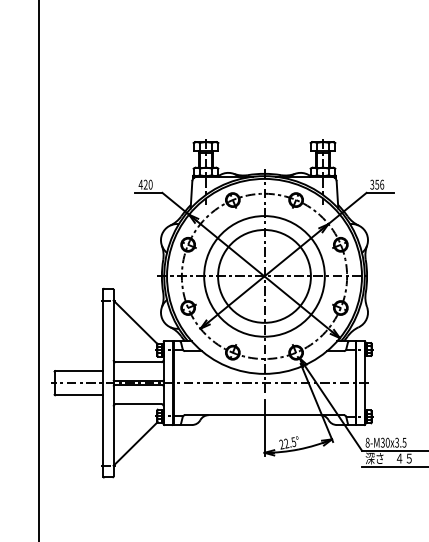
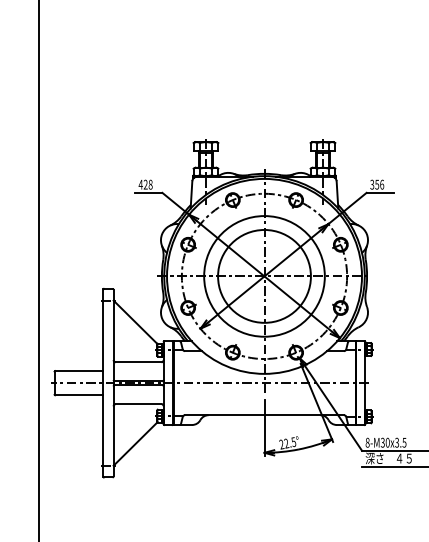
text at (150, 185): 420 -> 428
